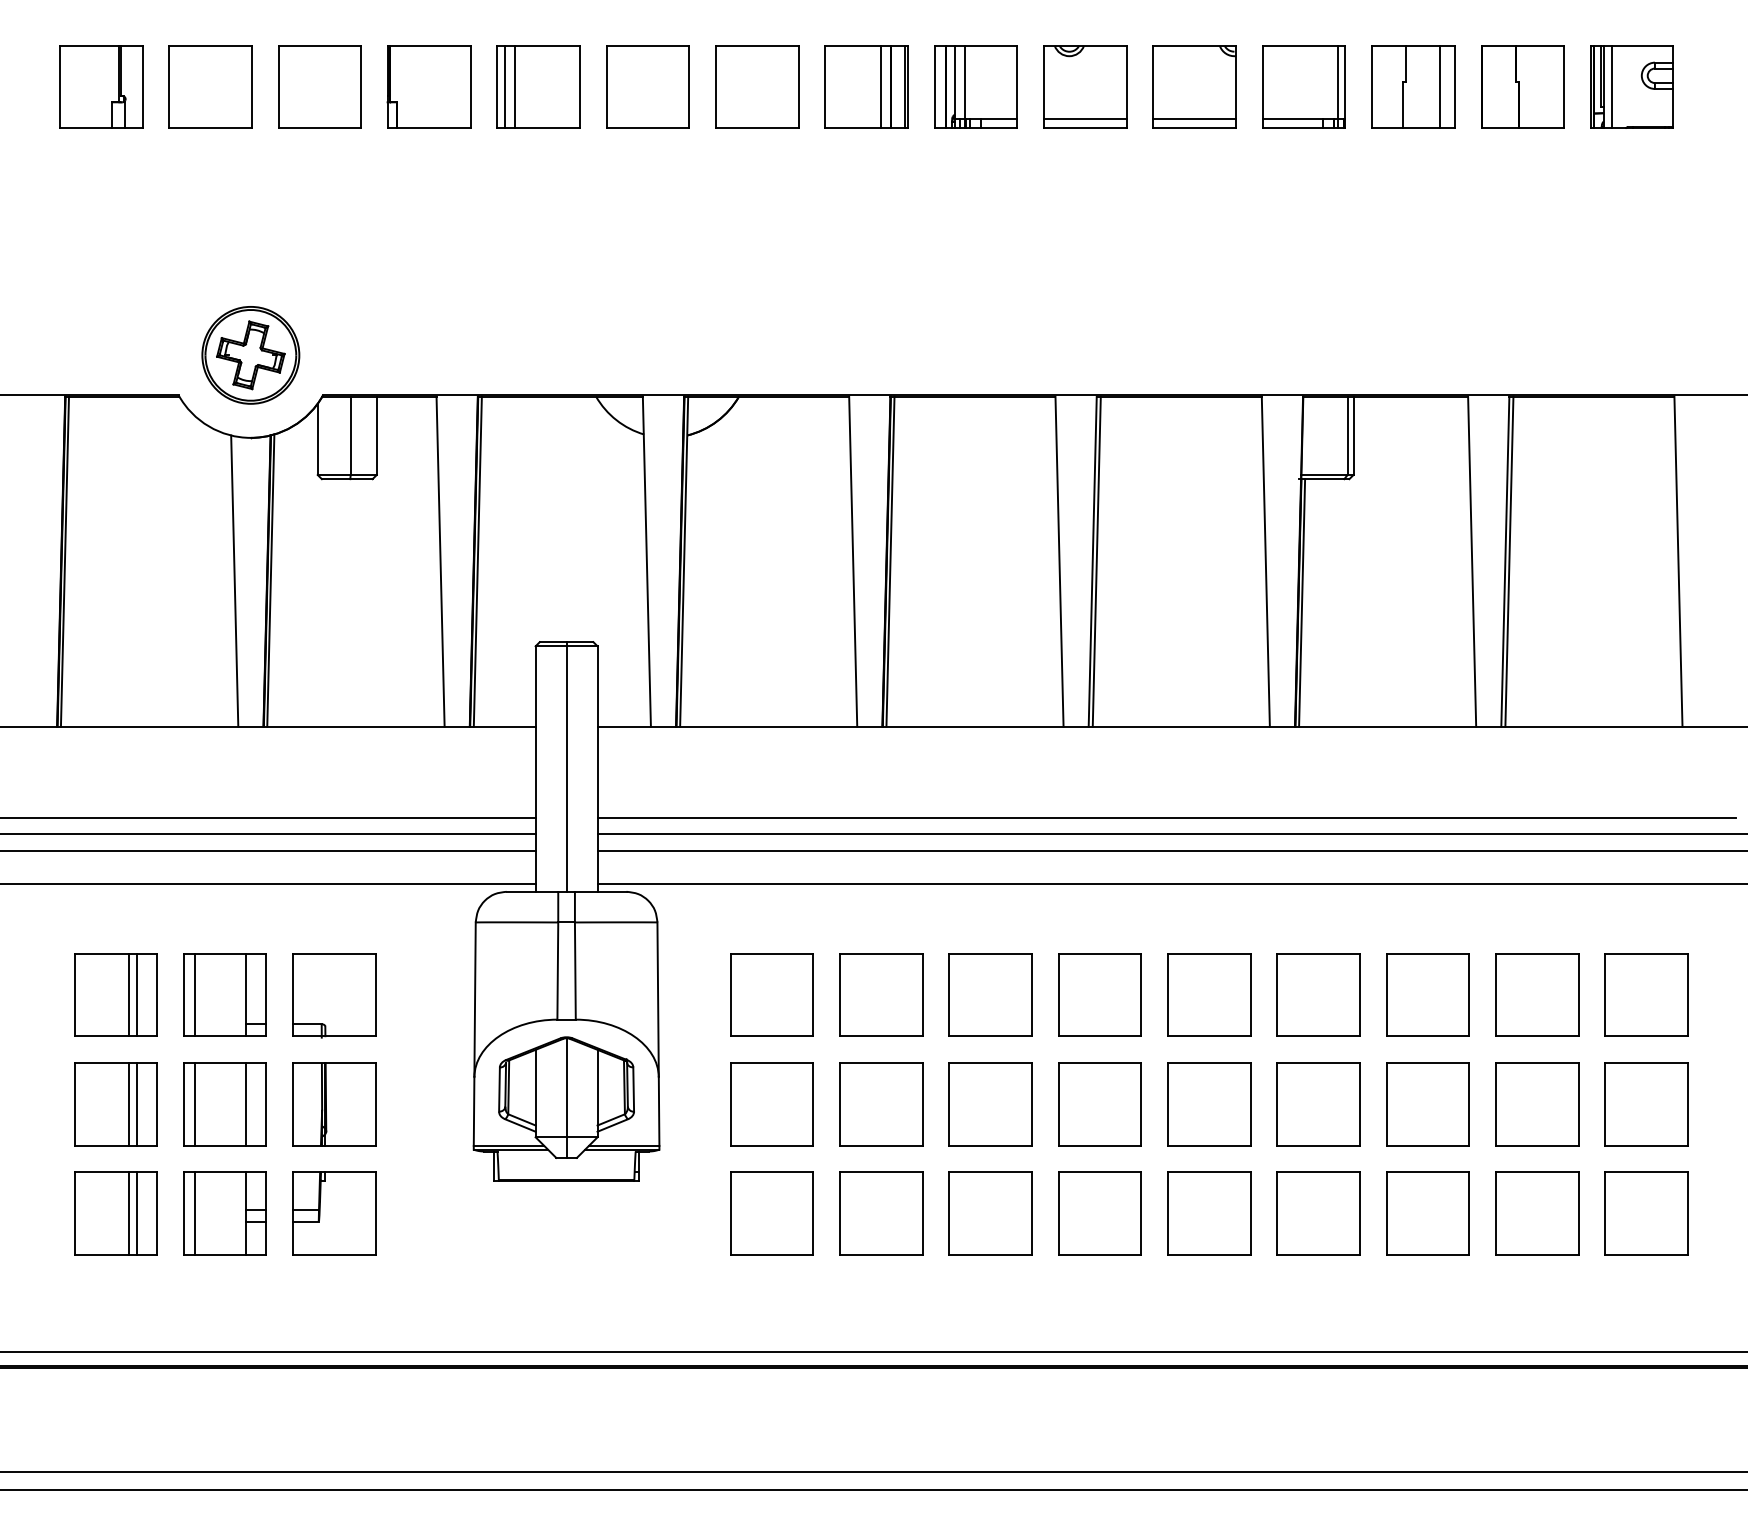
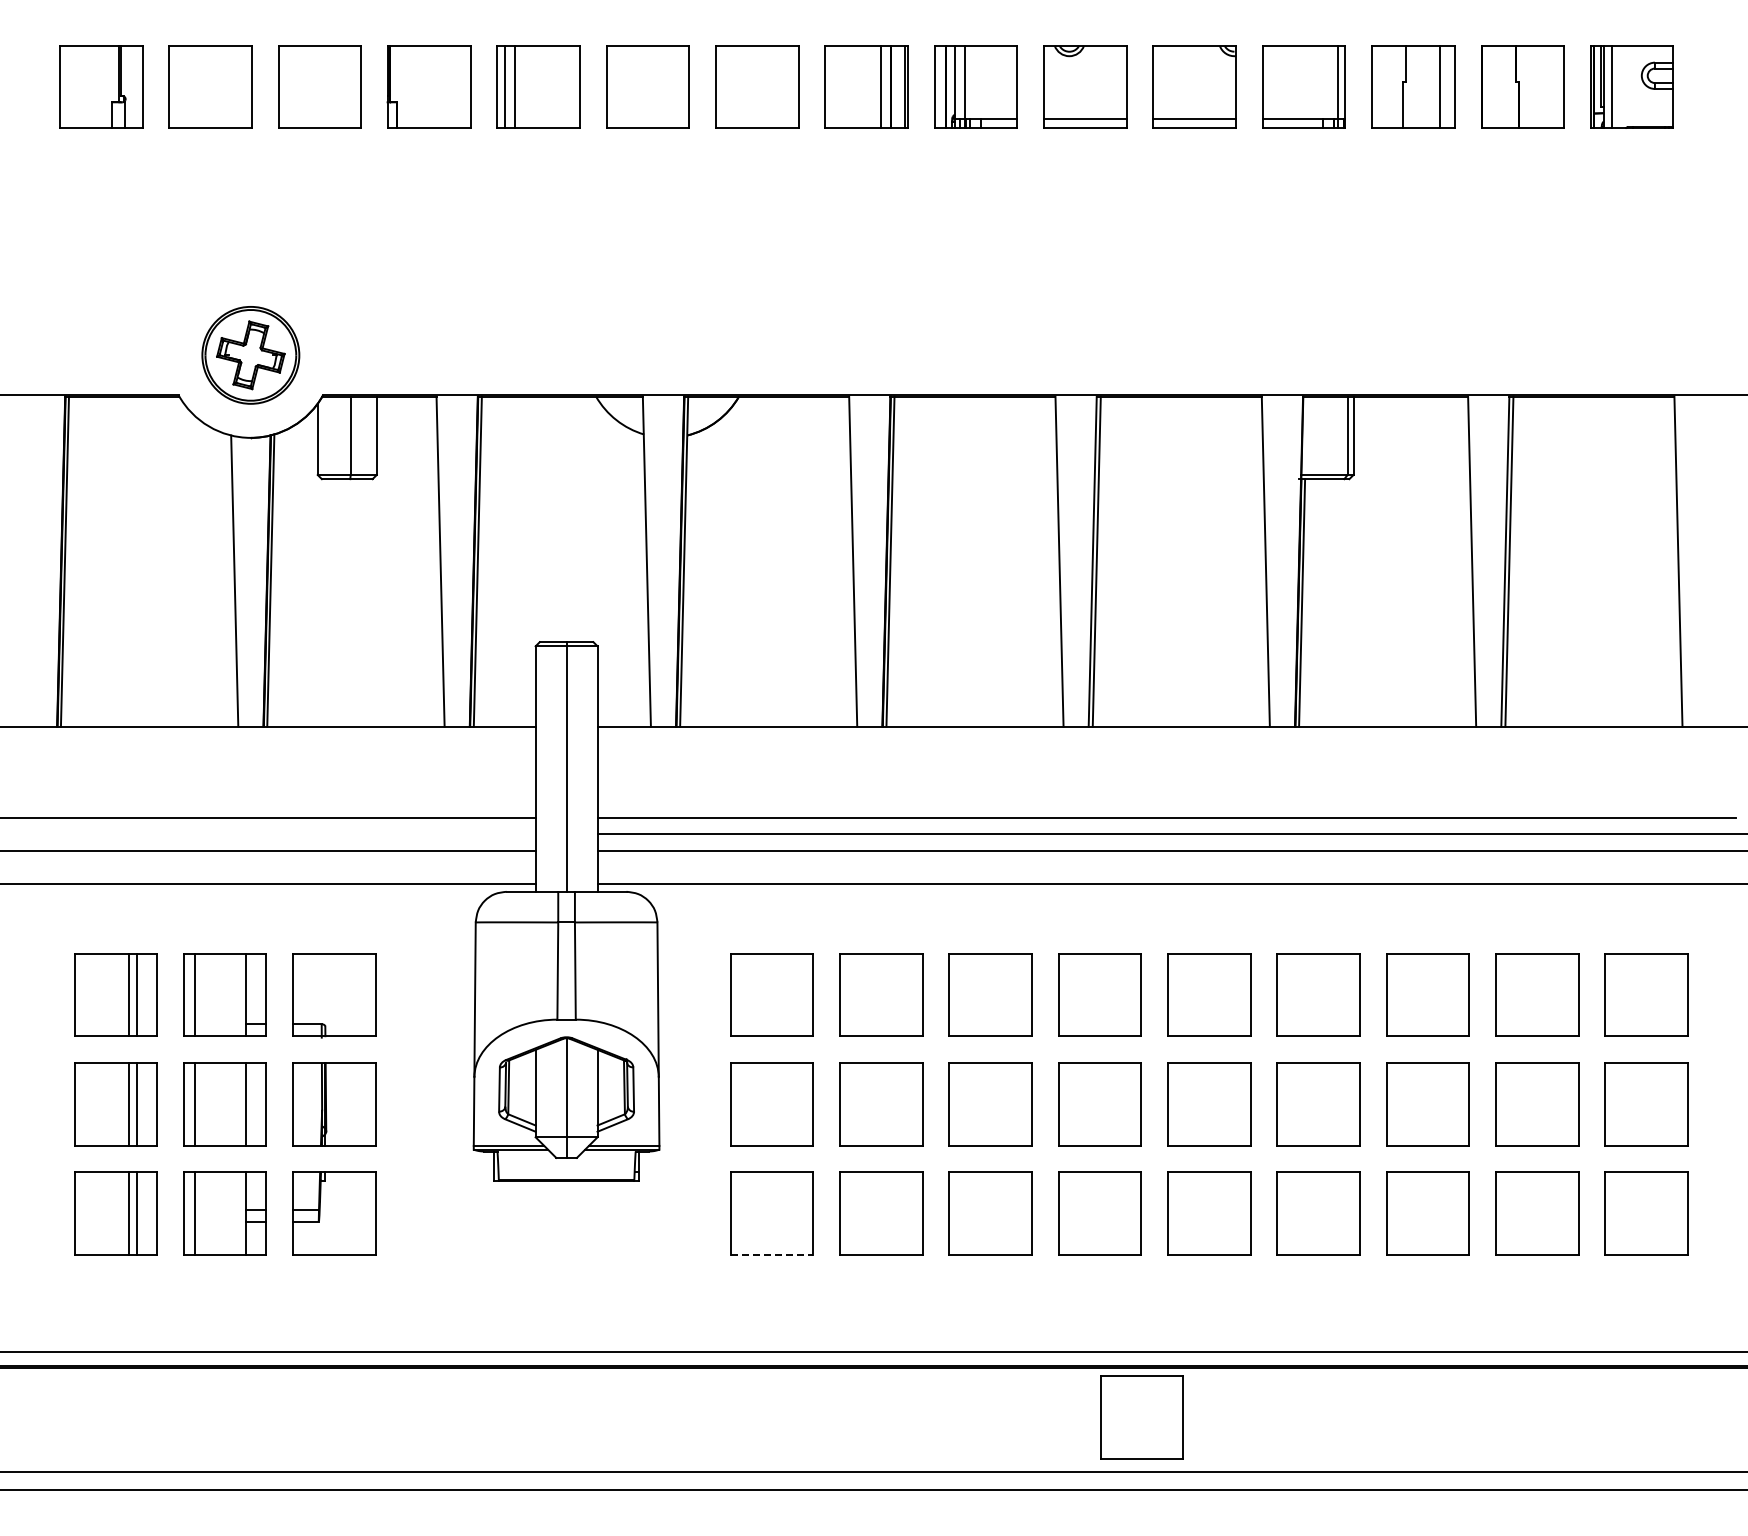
line at (268, 834): present -> none
line at (772, 1254): solid -> dashed
part at (1141, 1417): none -> present
